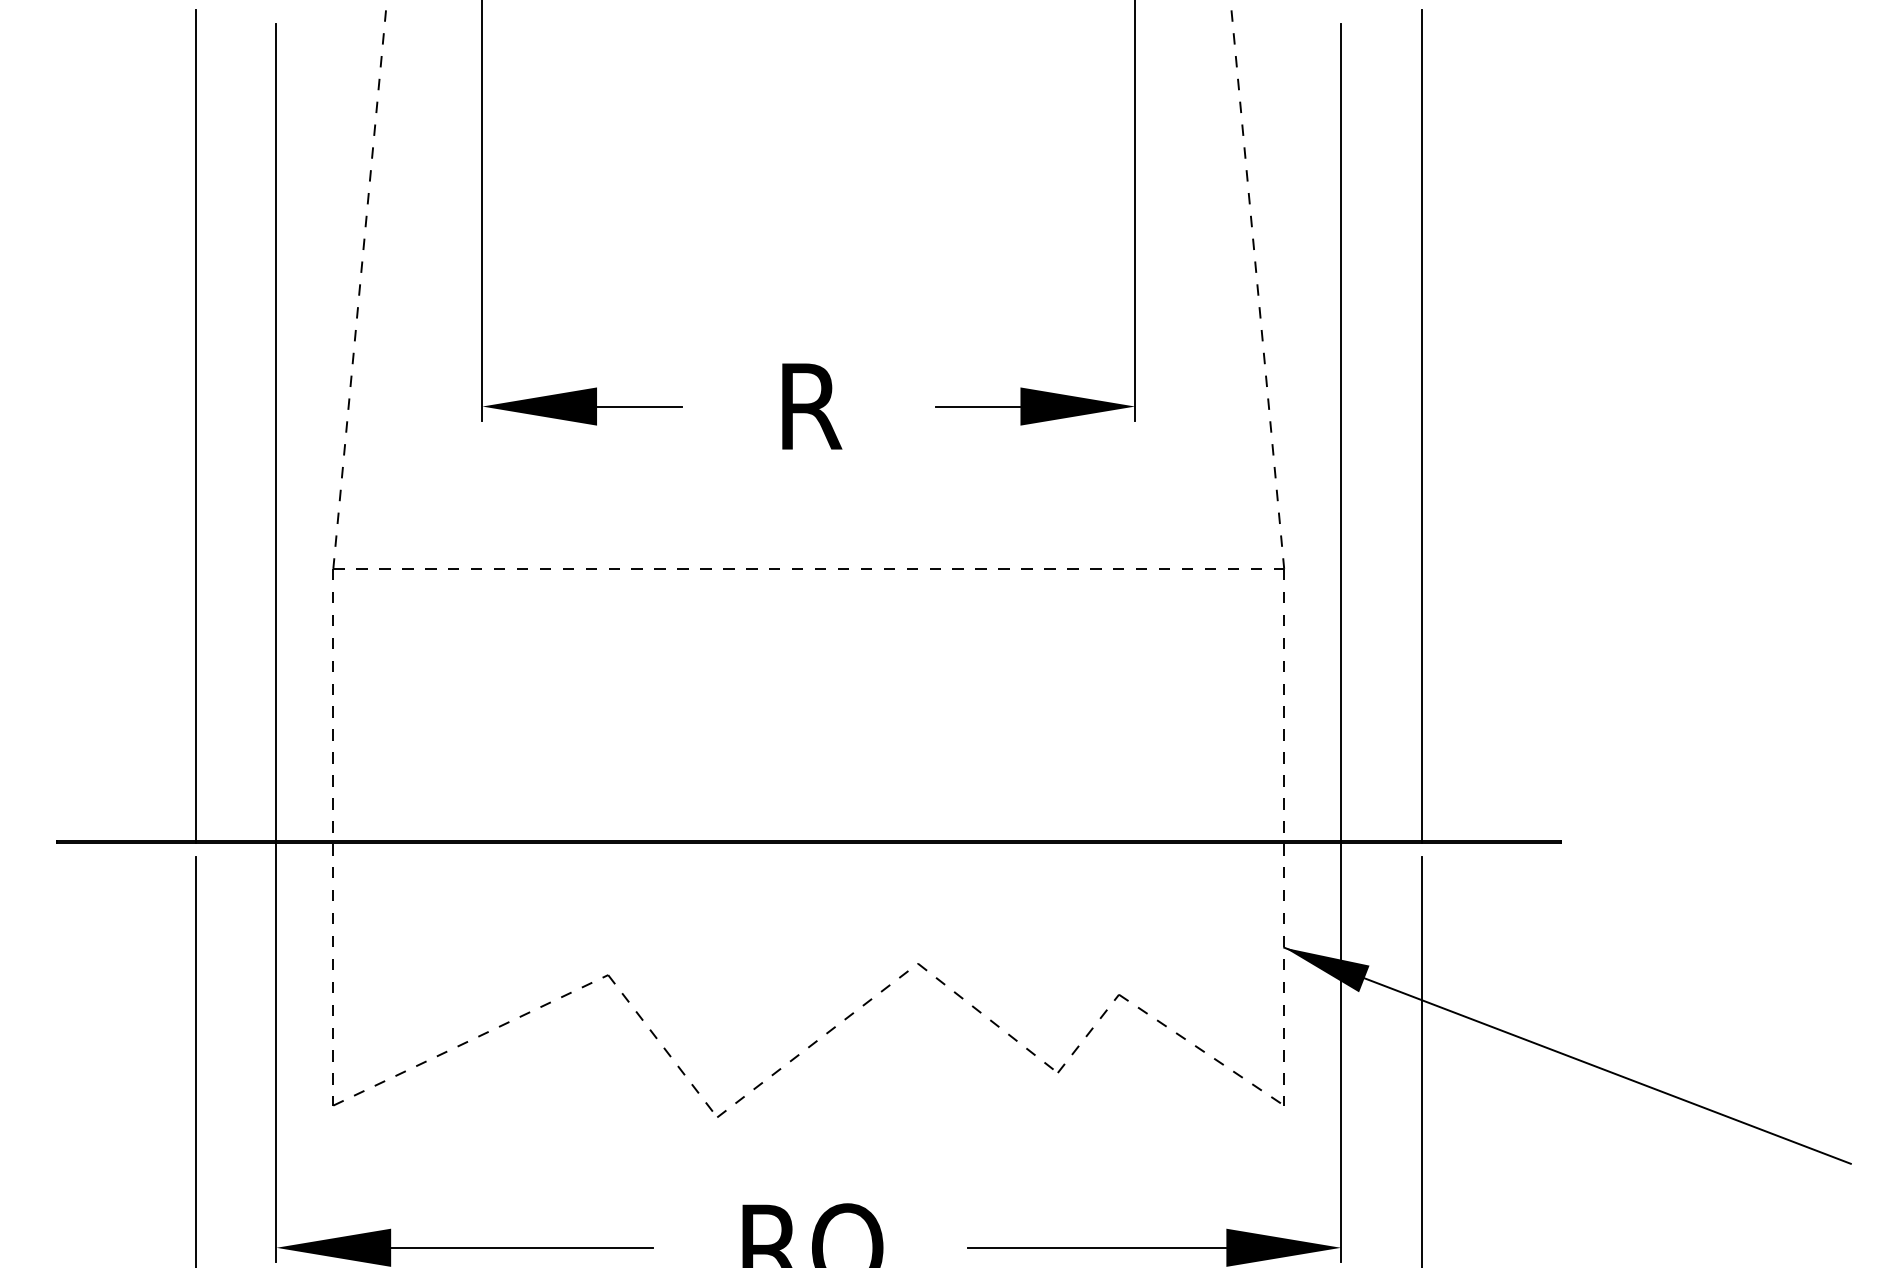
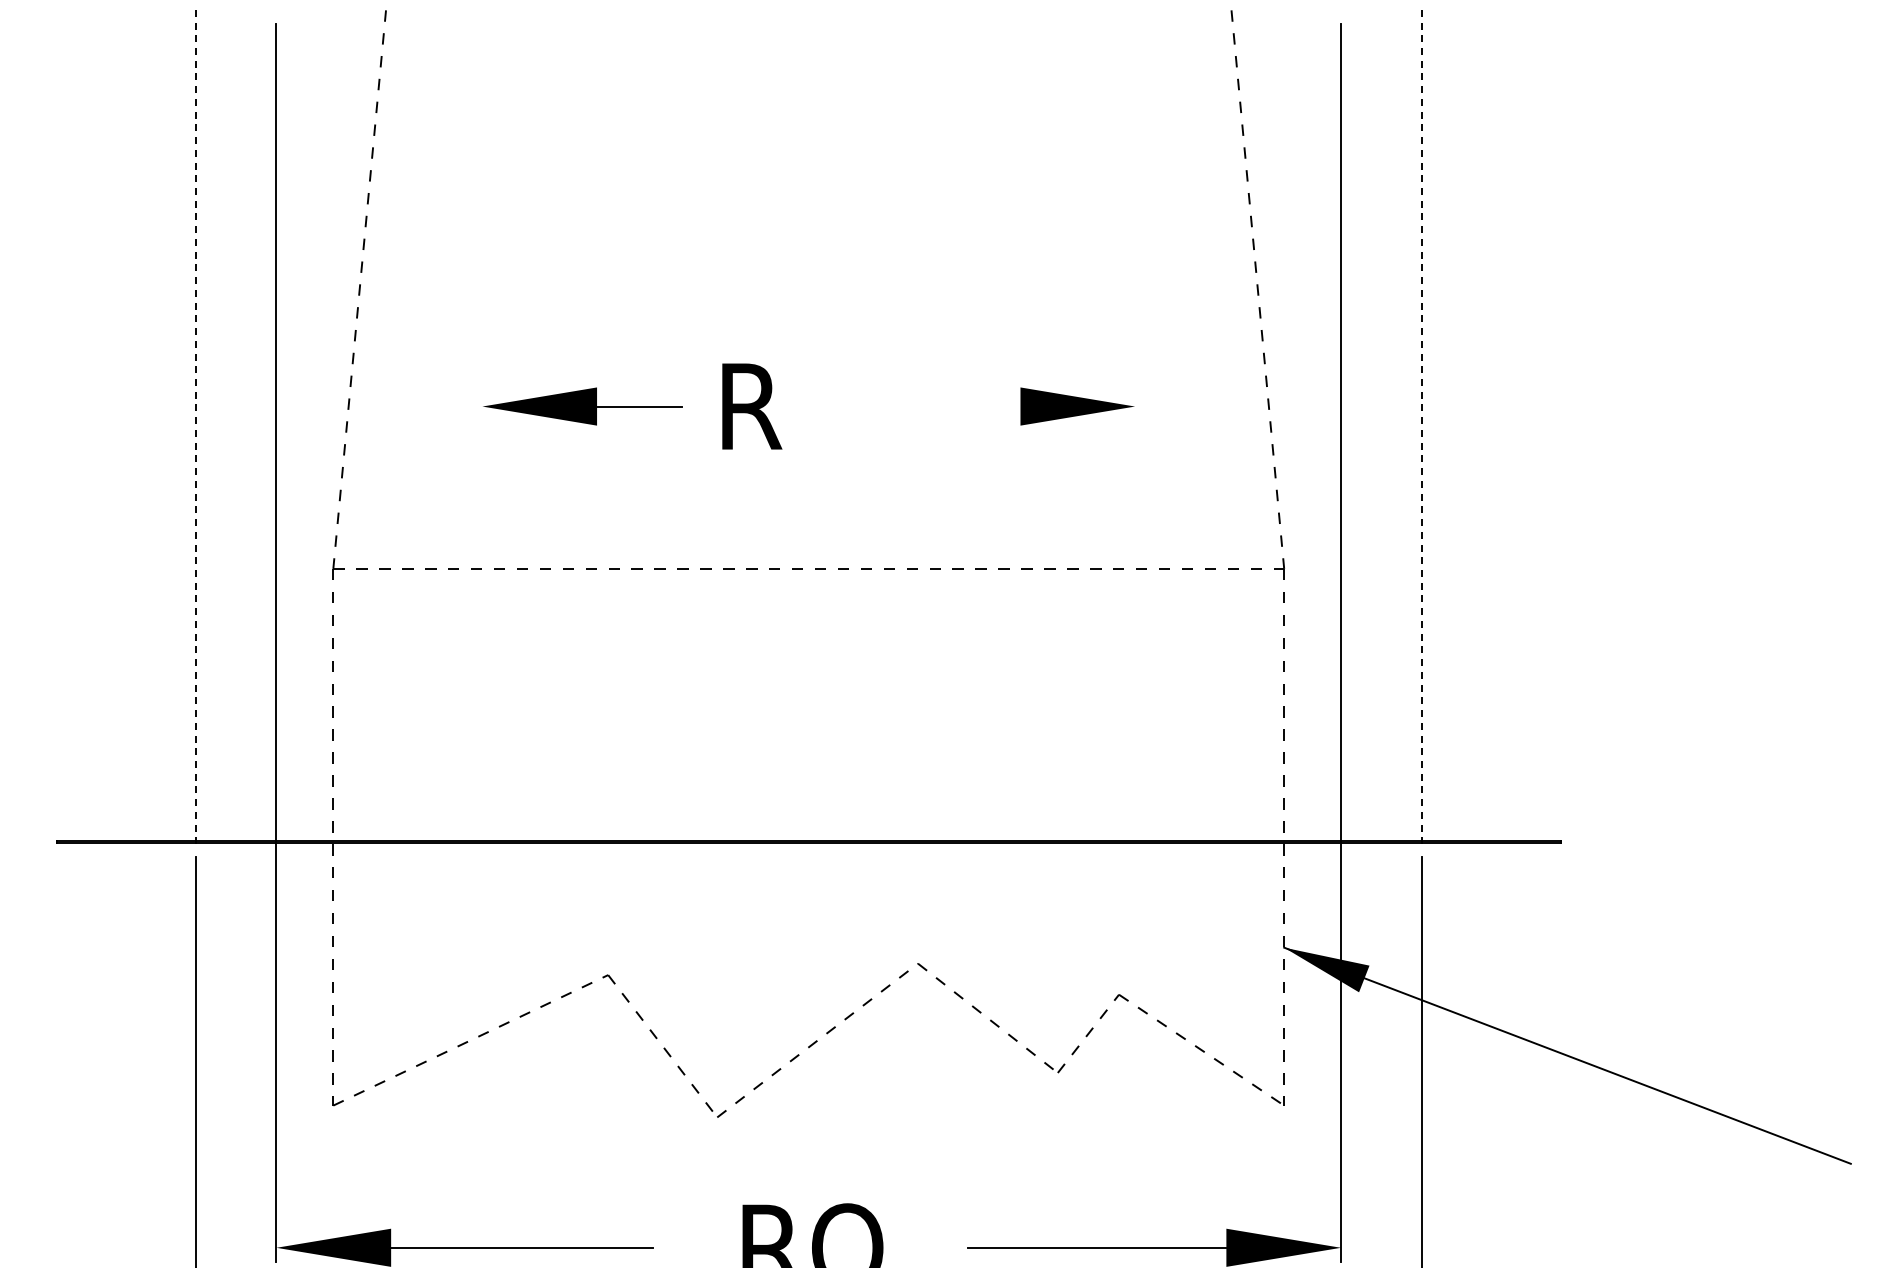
line at (482, 211): present -> none
line at (1135, 211): present -> none
text at (812, 406) position: (812, 406) -> (752, 406)
line at (978, 406): present -> none
line at (195, 425): solid -> dashed
line at (1421, 425): solid -> dashed
